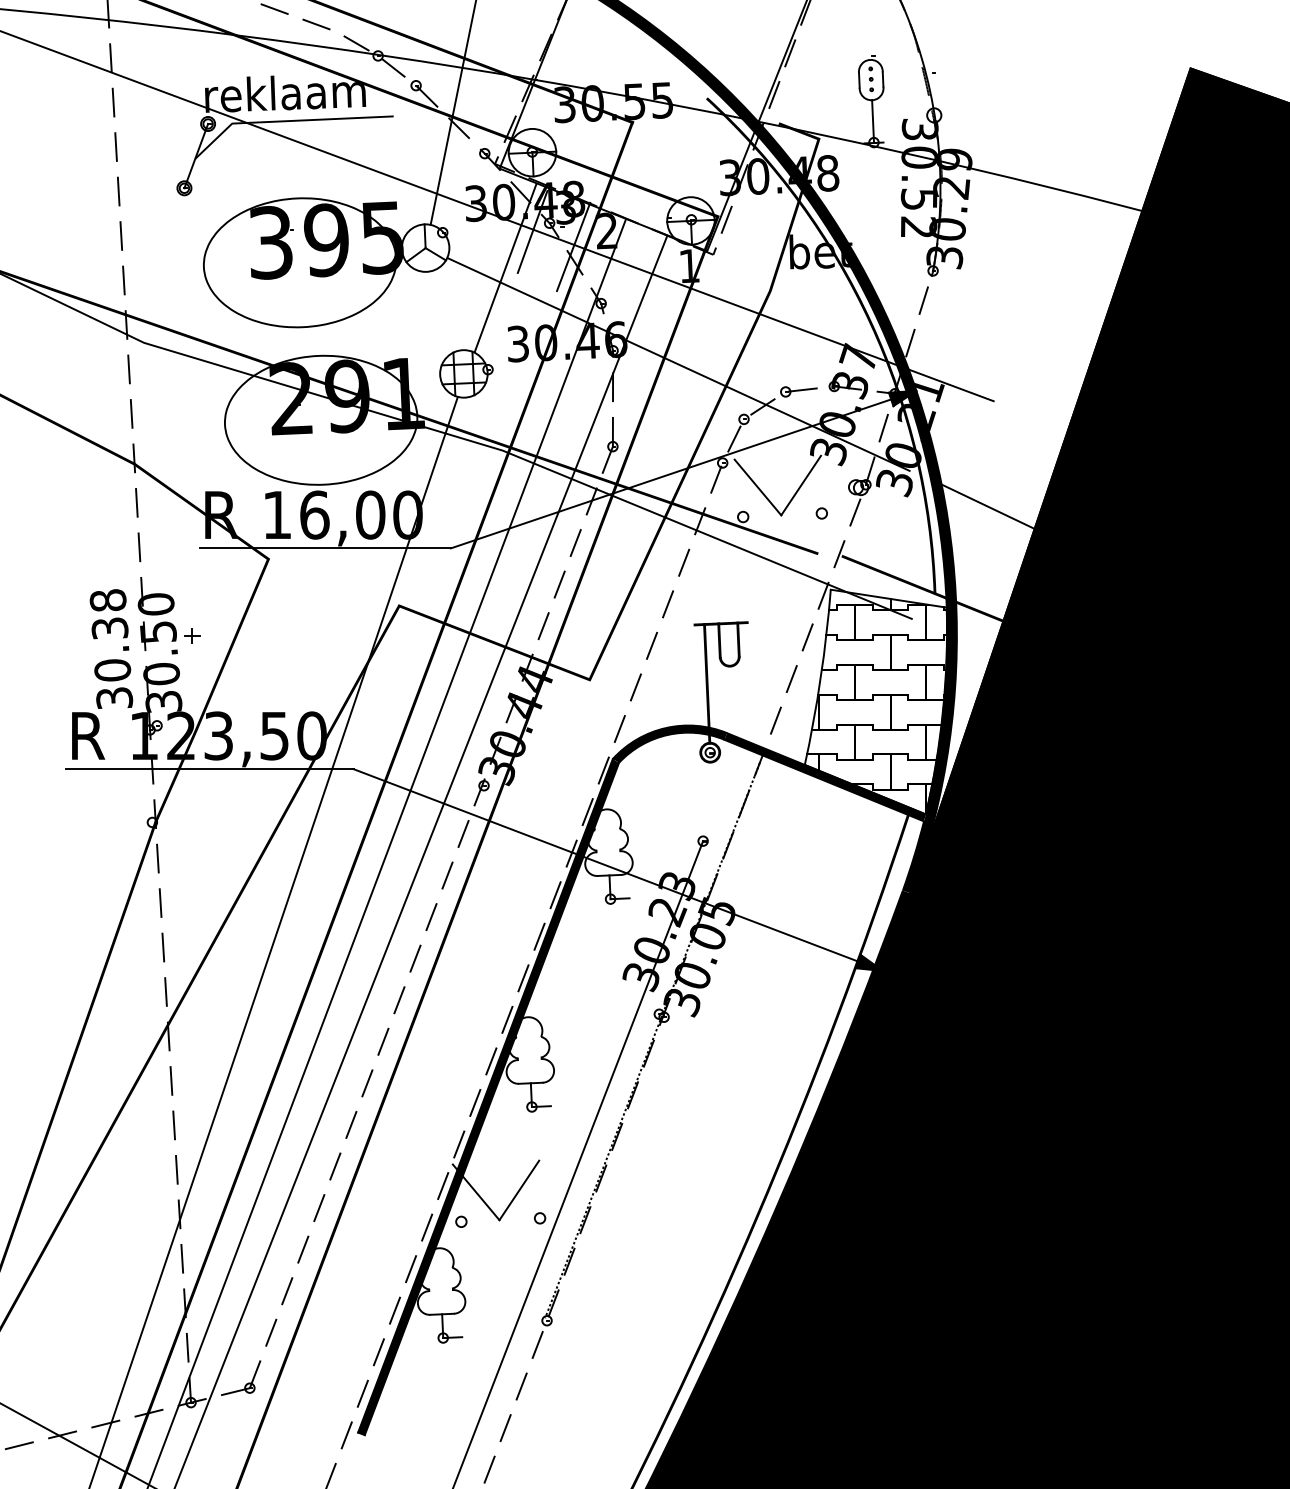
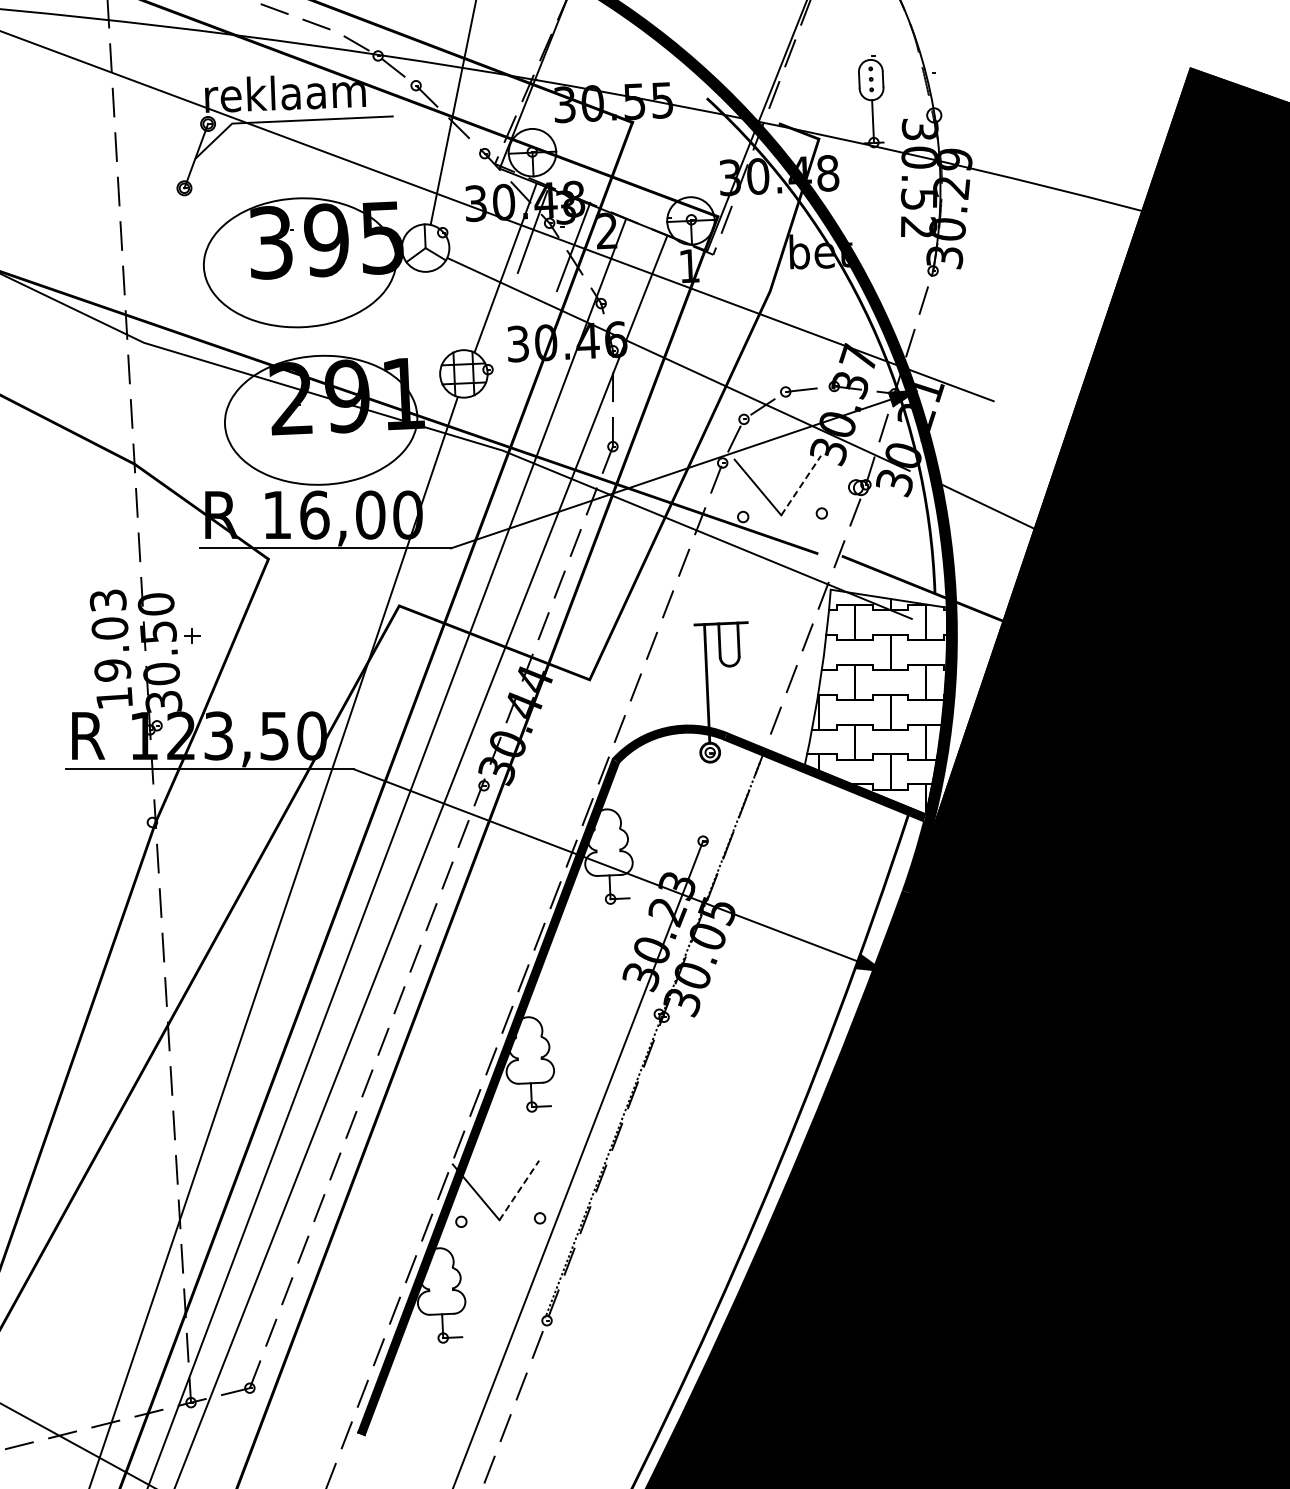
line at (801, 485): solid -> dashed
text at (111, 648): 30.38 -> 19.03
line at (519, 1190): solid -> dashed
